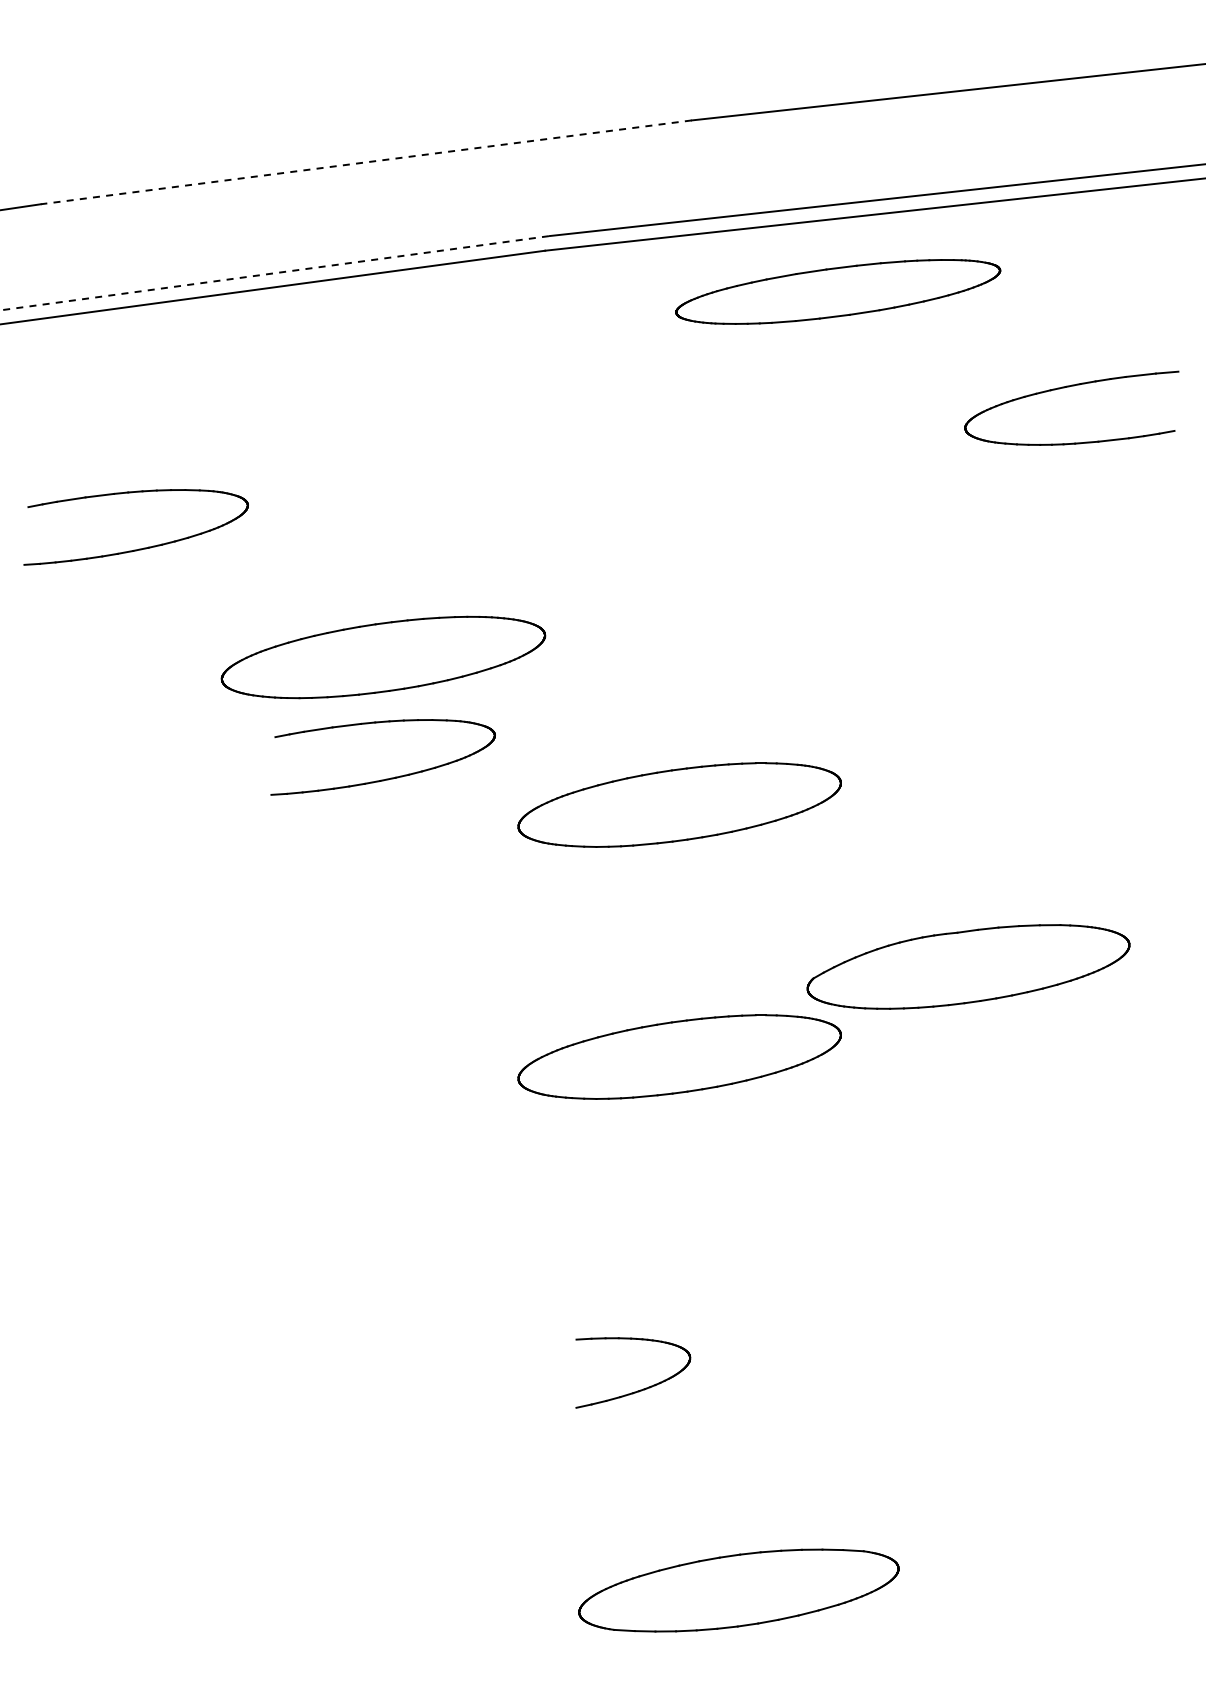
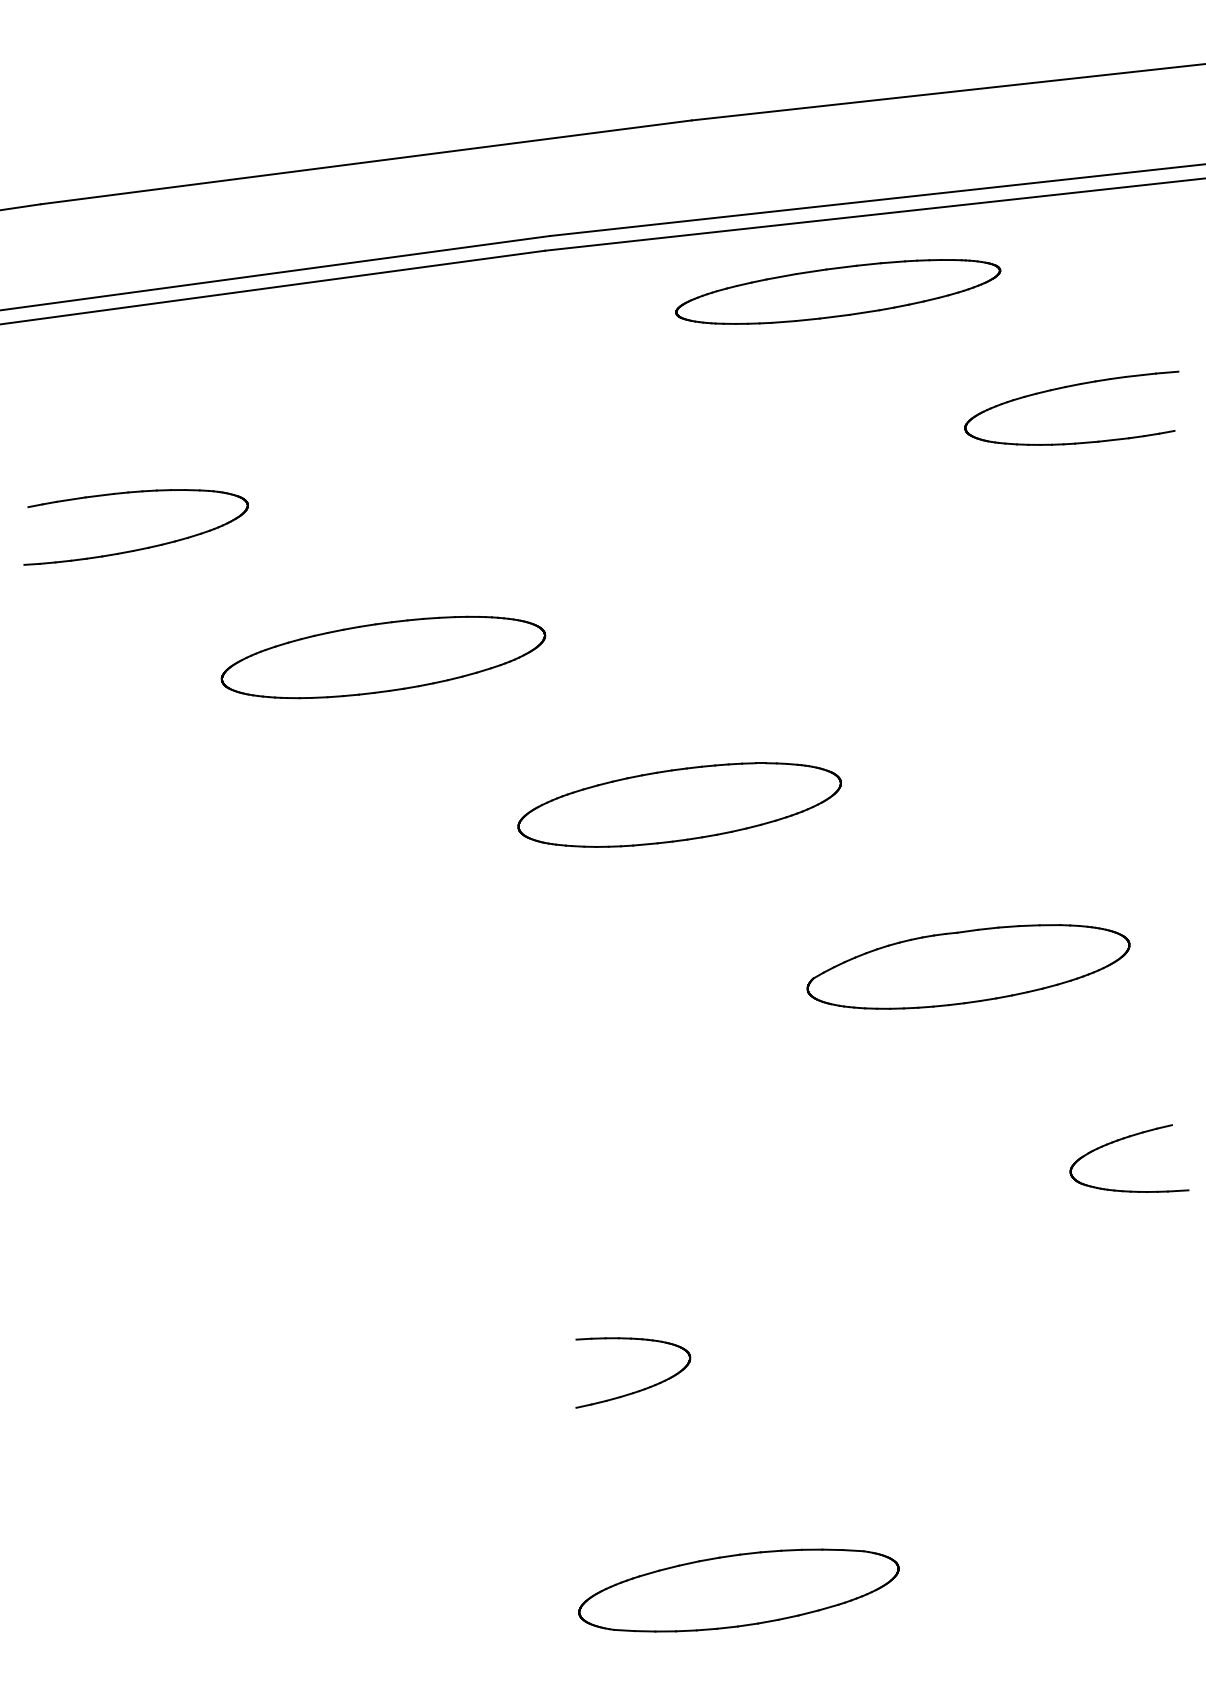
line at (365, 162): dashed -> solid
line at (275, 273): dashed -> solid
part at (386, 778): present -> none
part at (679, 1056): present -> none
part at (1124, 1139): none -> present
